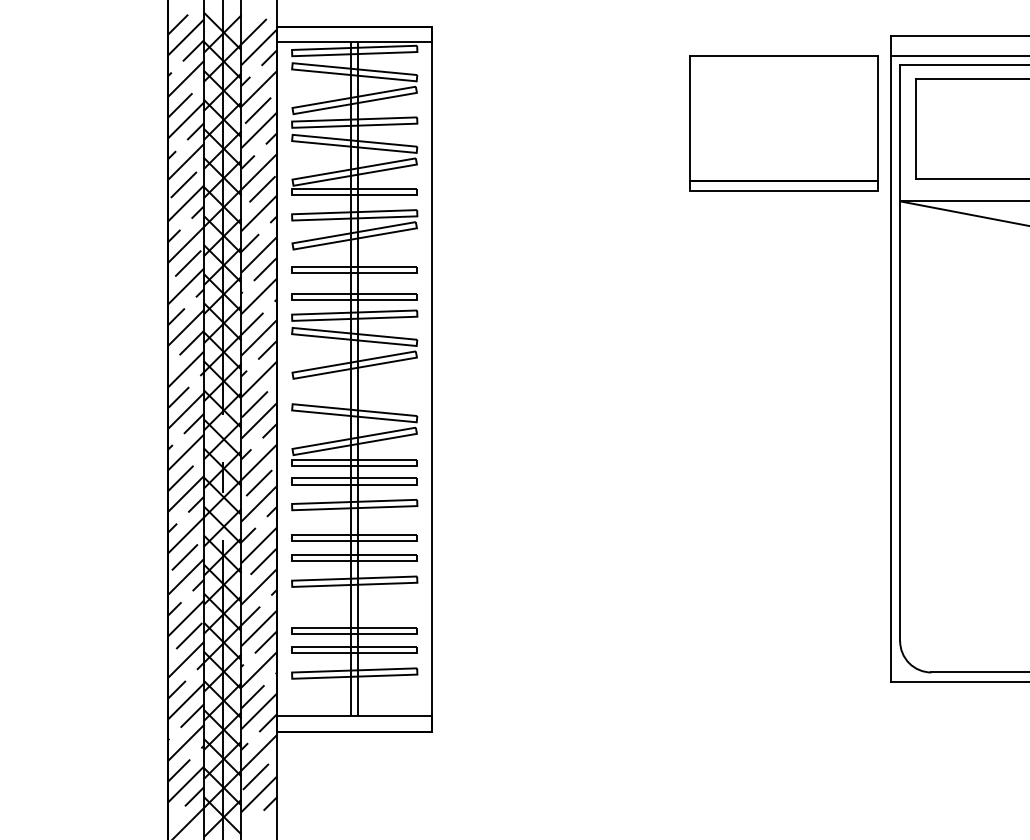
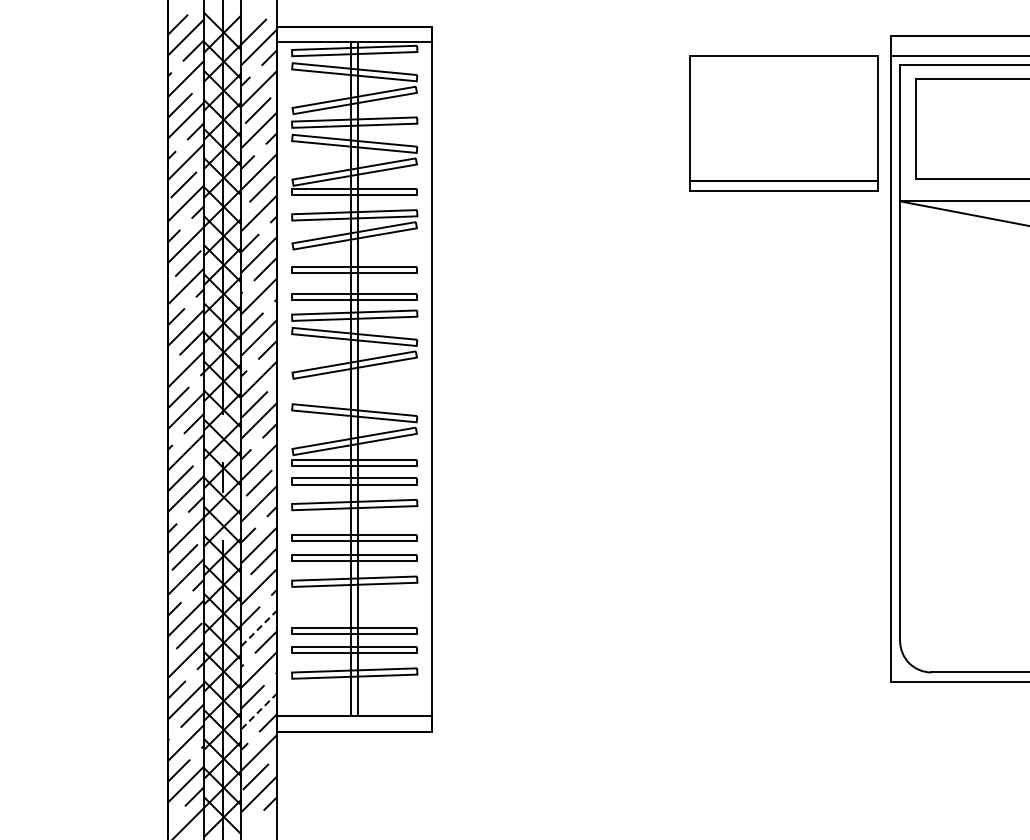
line at (259, 627): solid -> dashed
line at (259, 710): solid -> dashed
